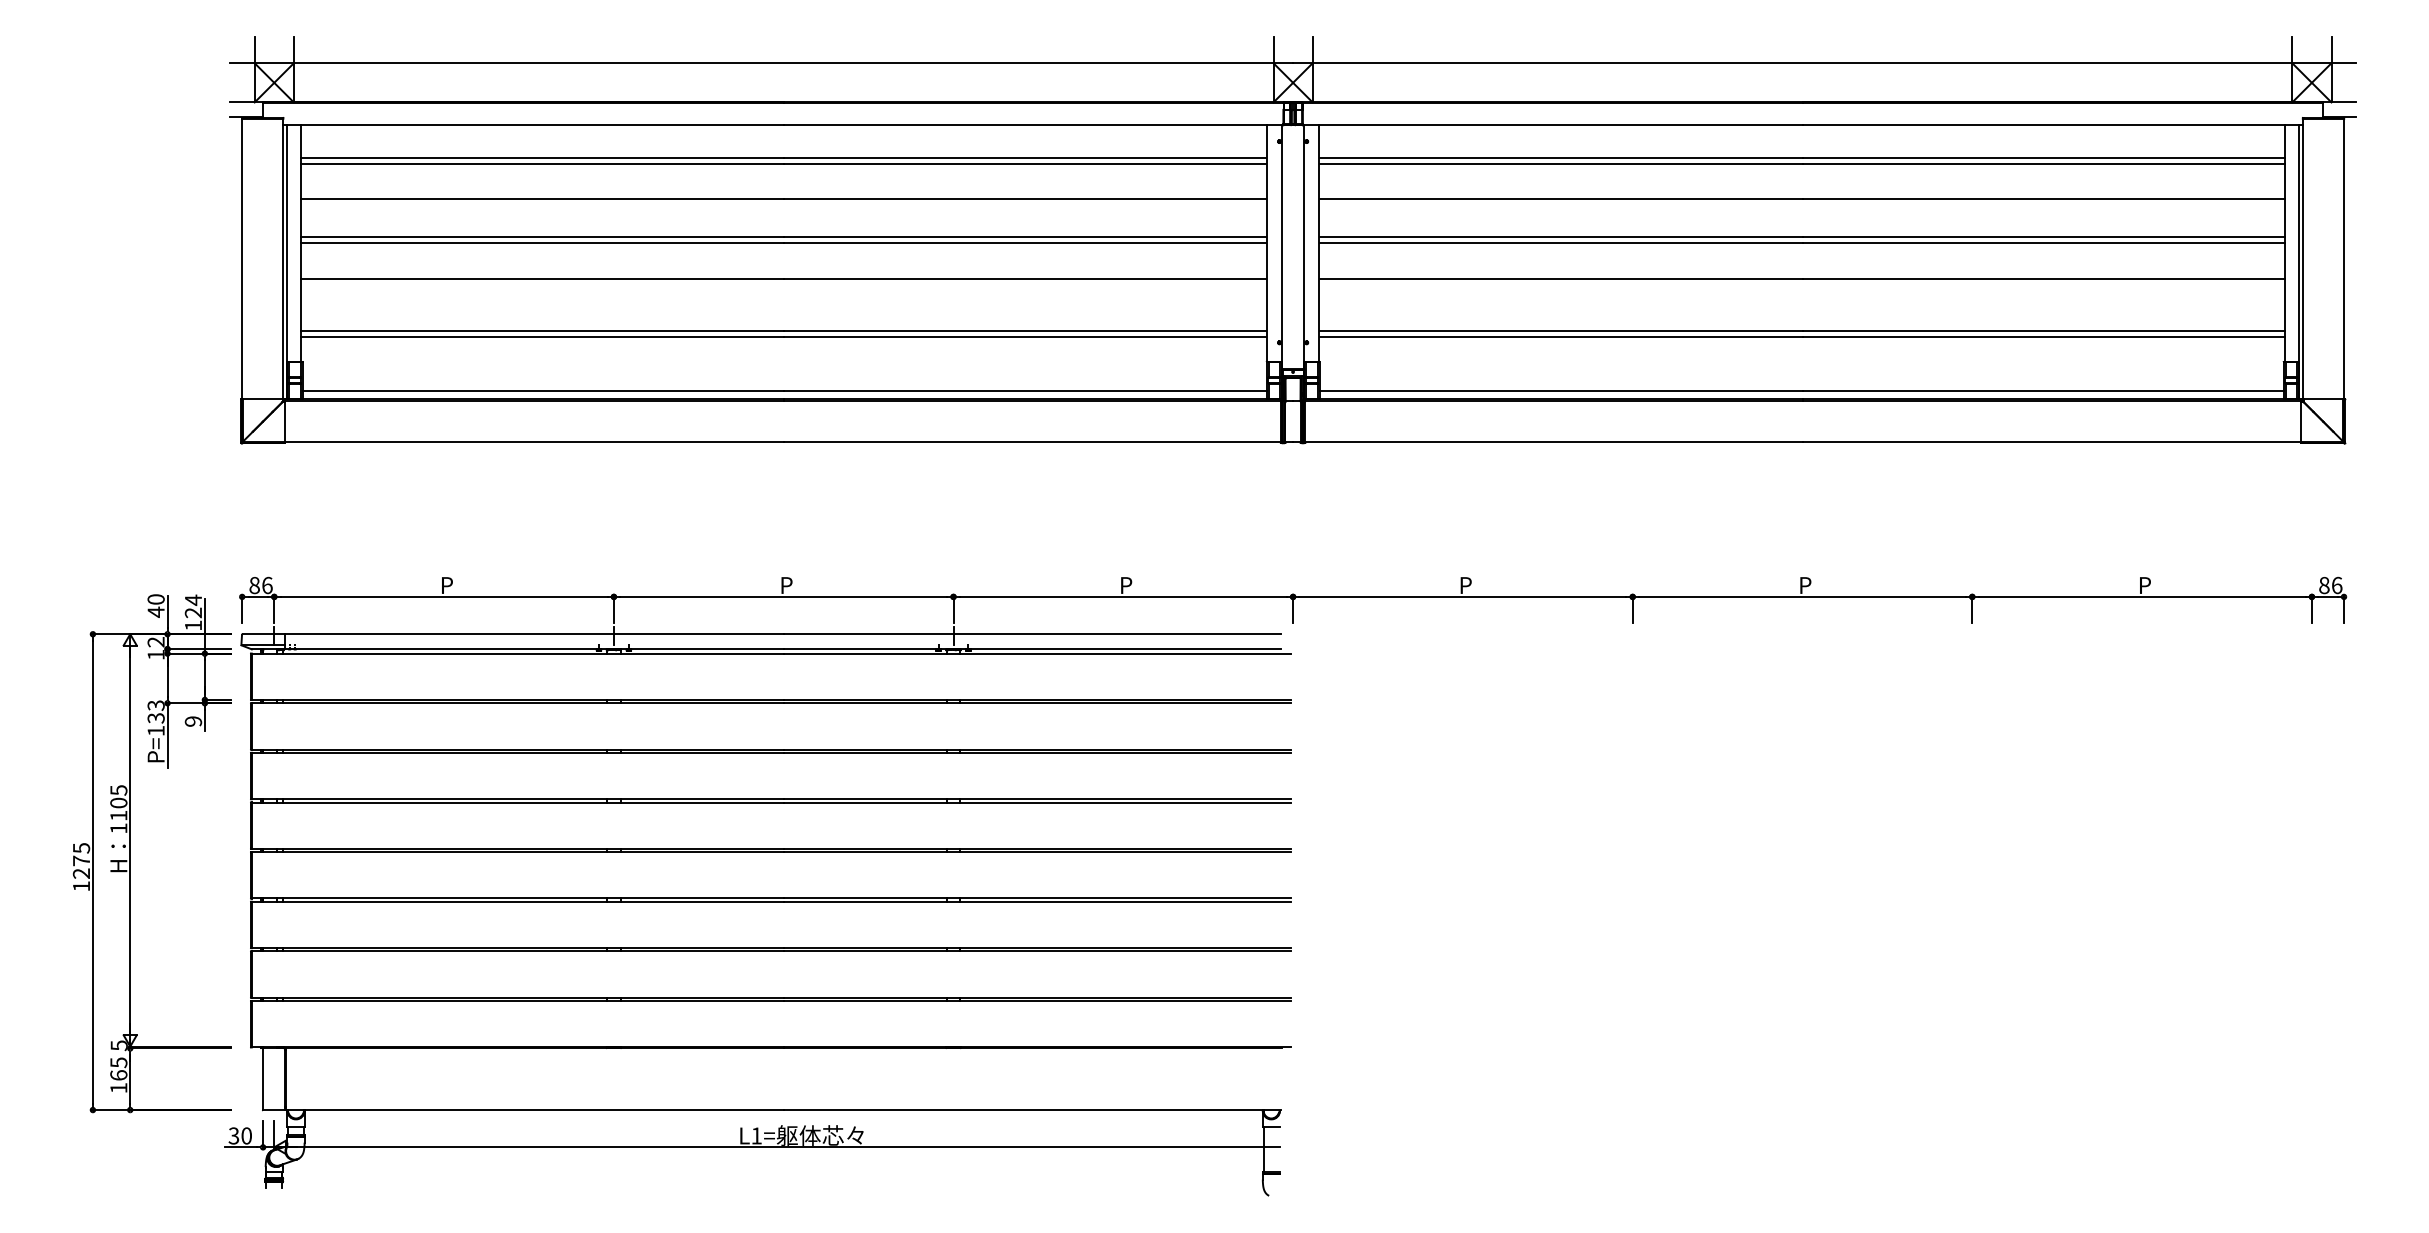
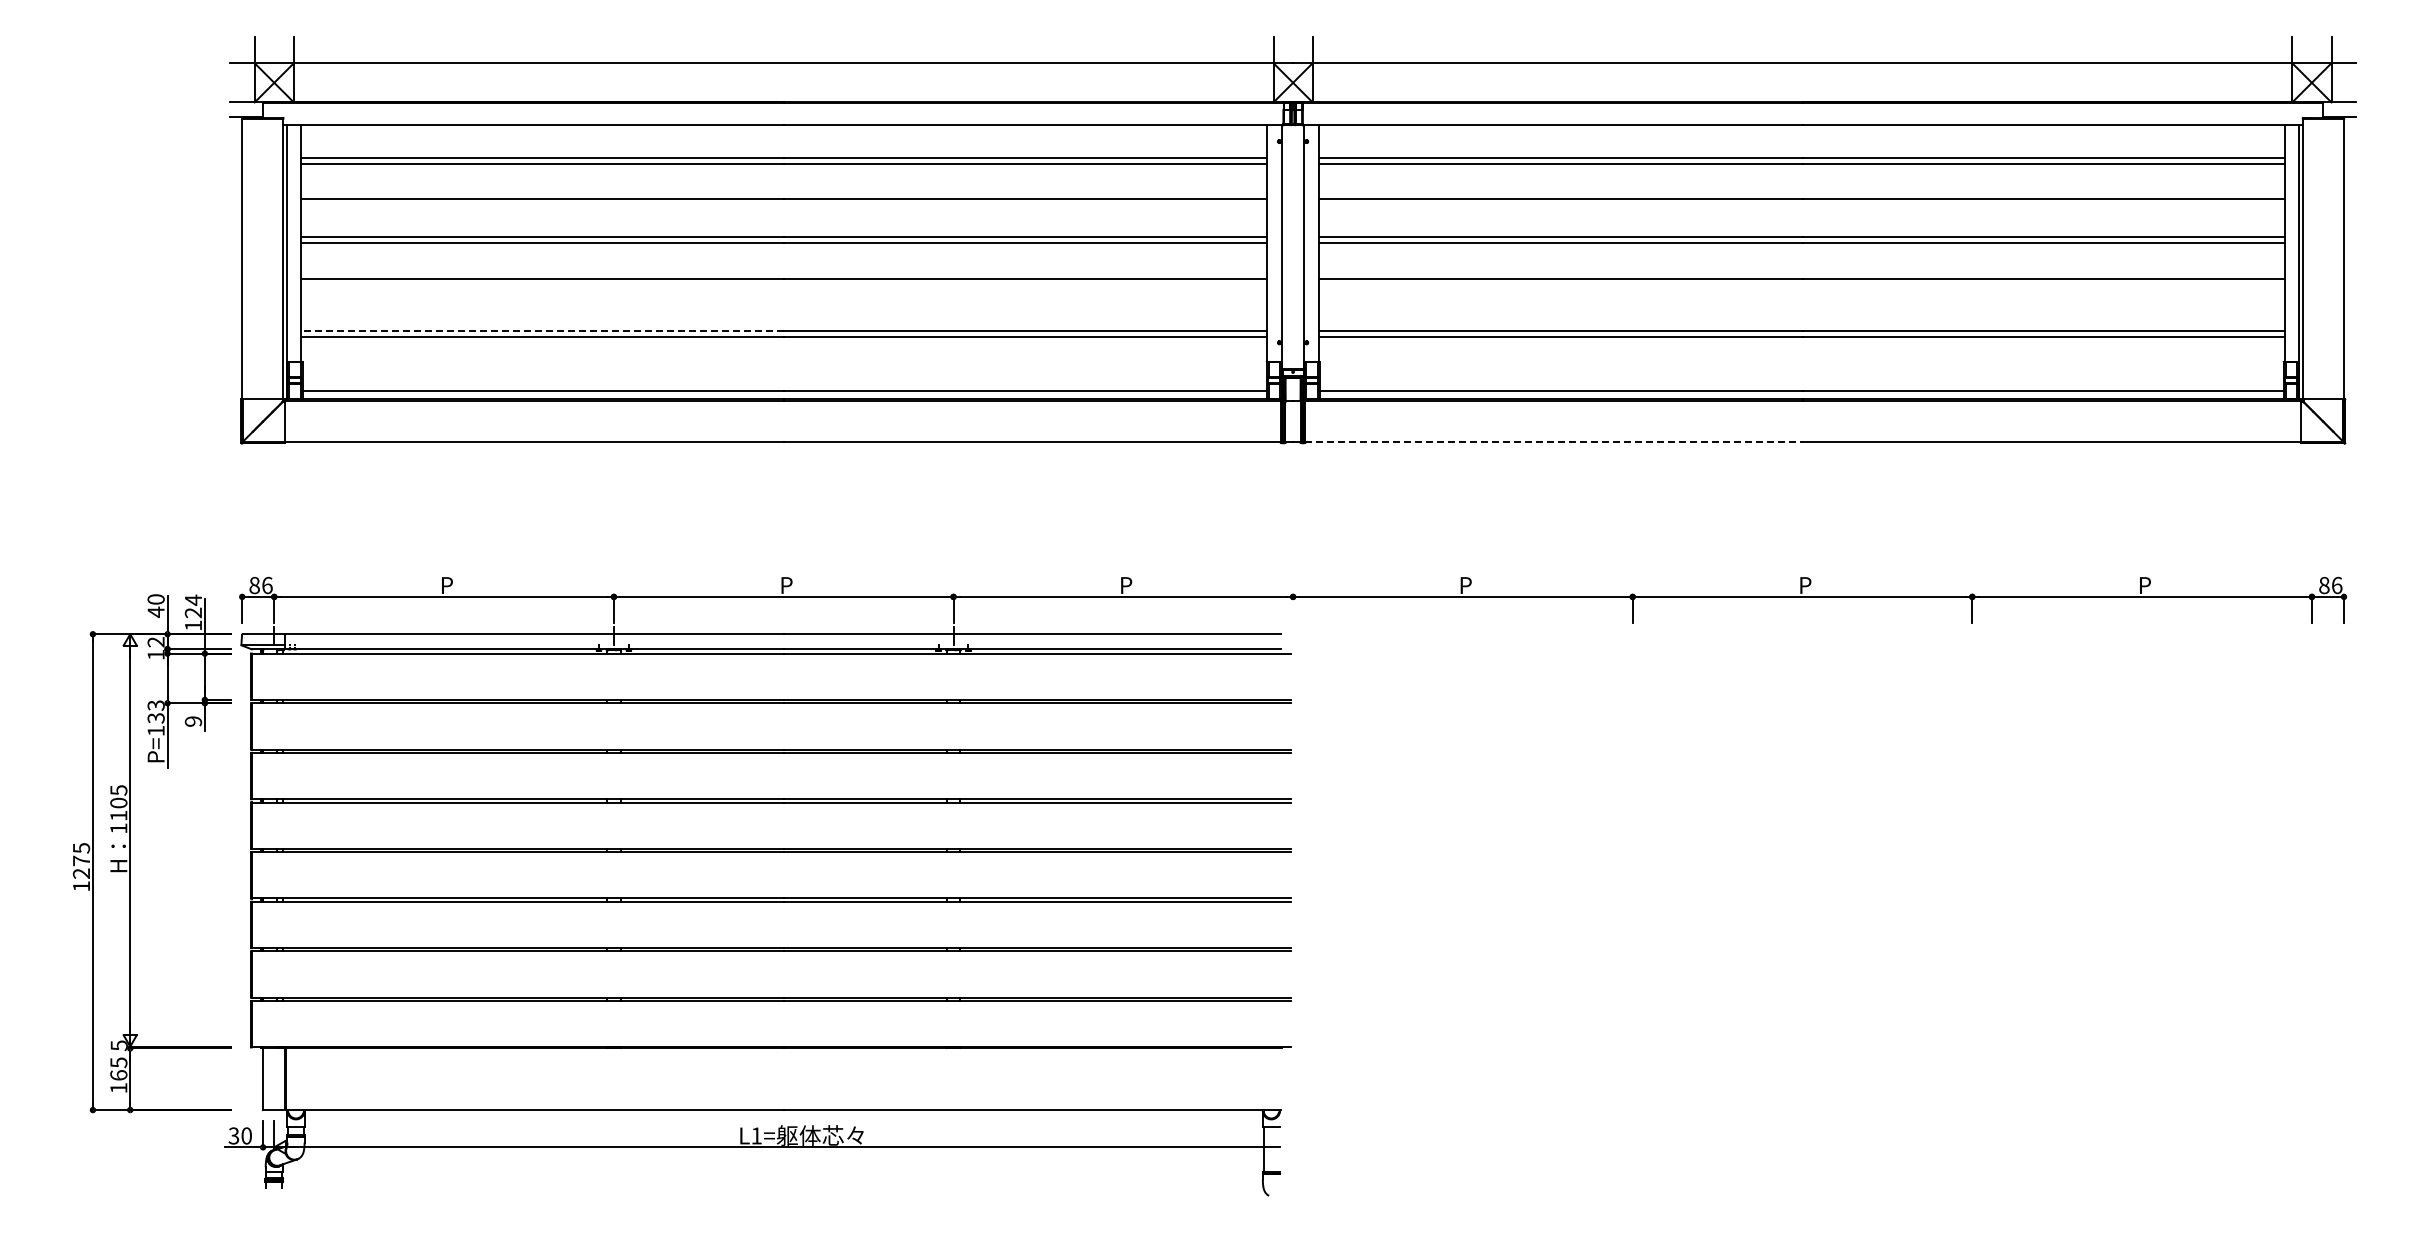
line at (541, 331): solid -> dashed
line at (1553, 442): solid -> dashed
line at (1293, 609): present -> none
